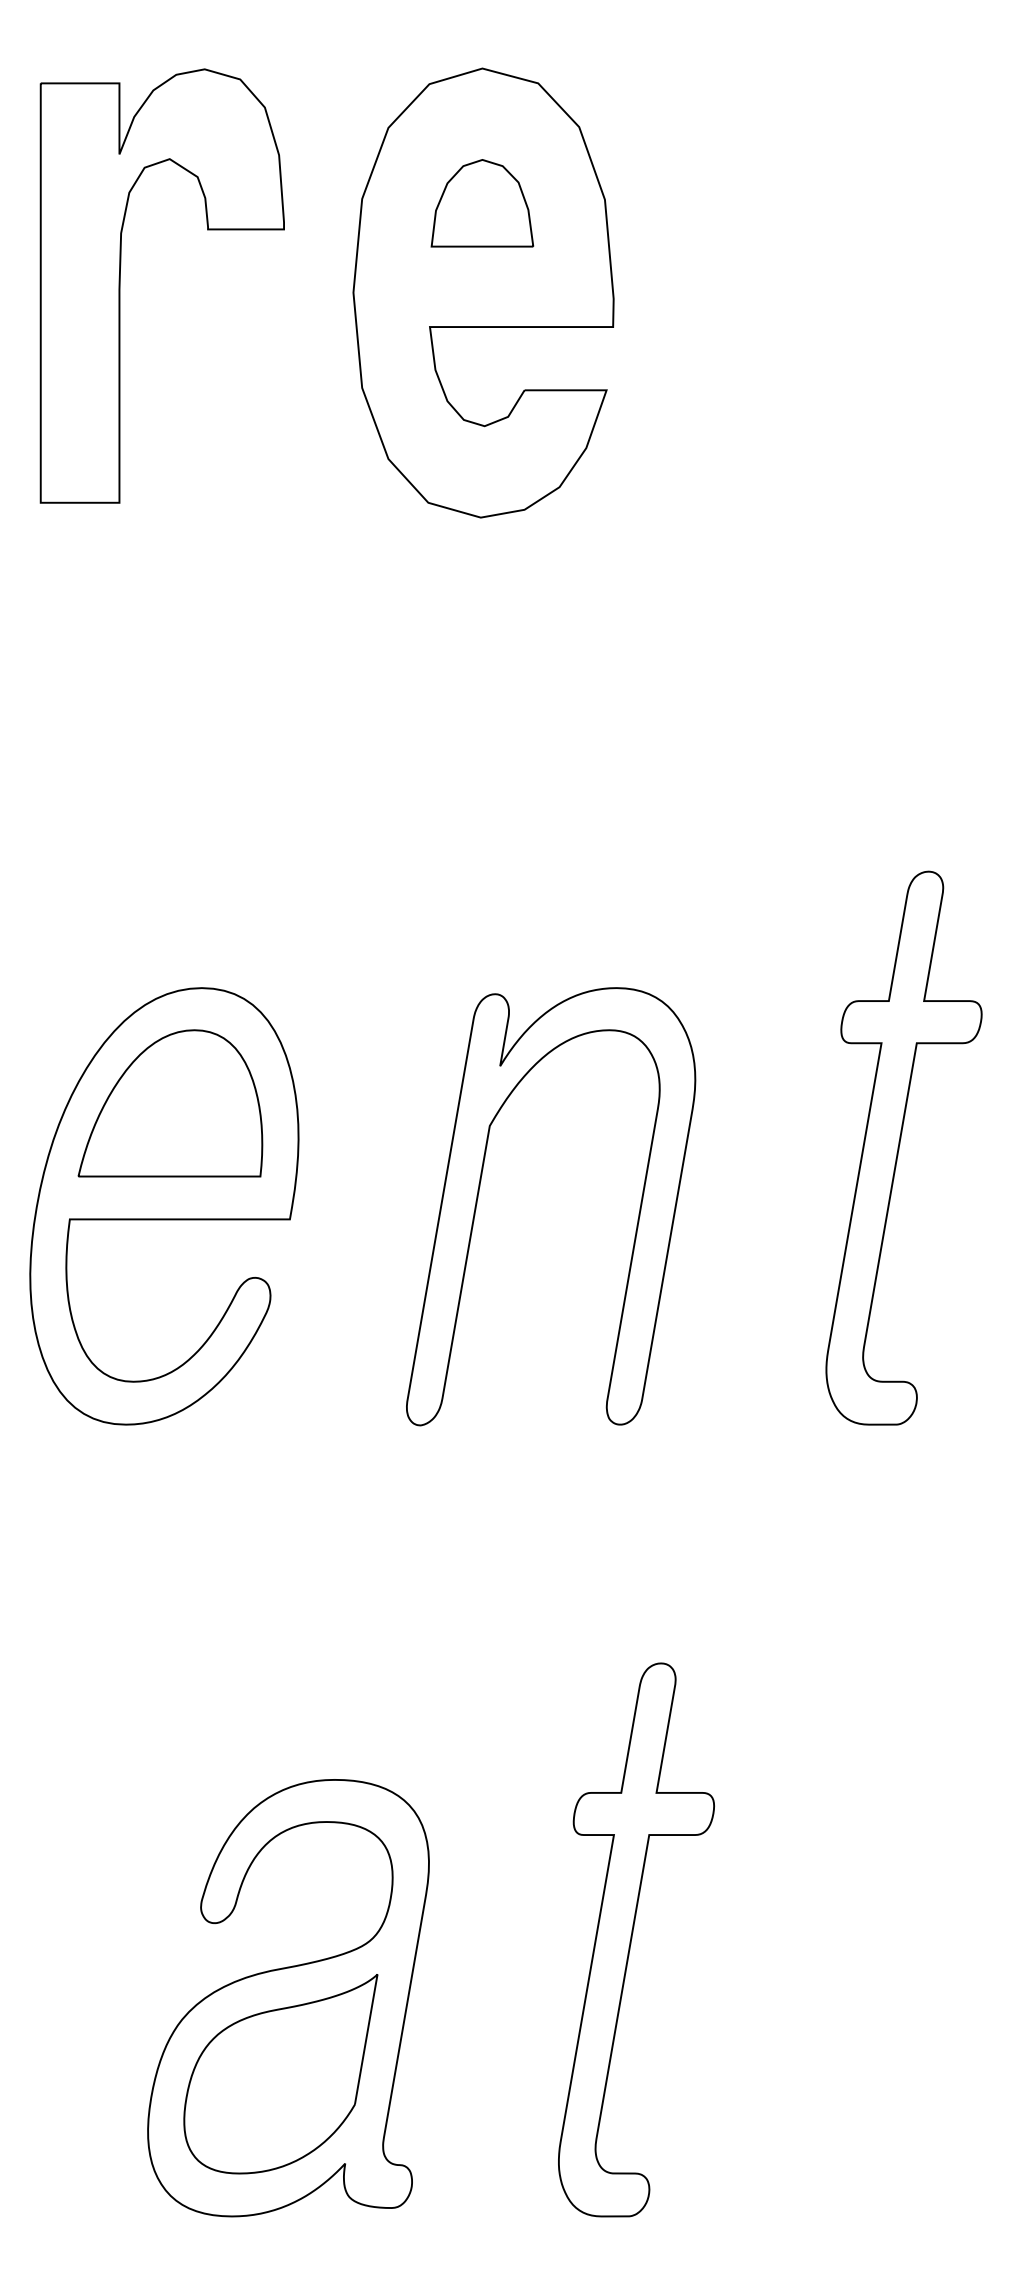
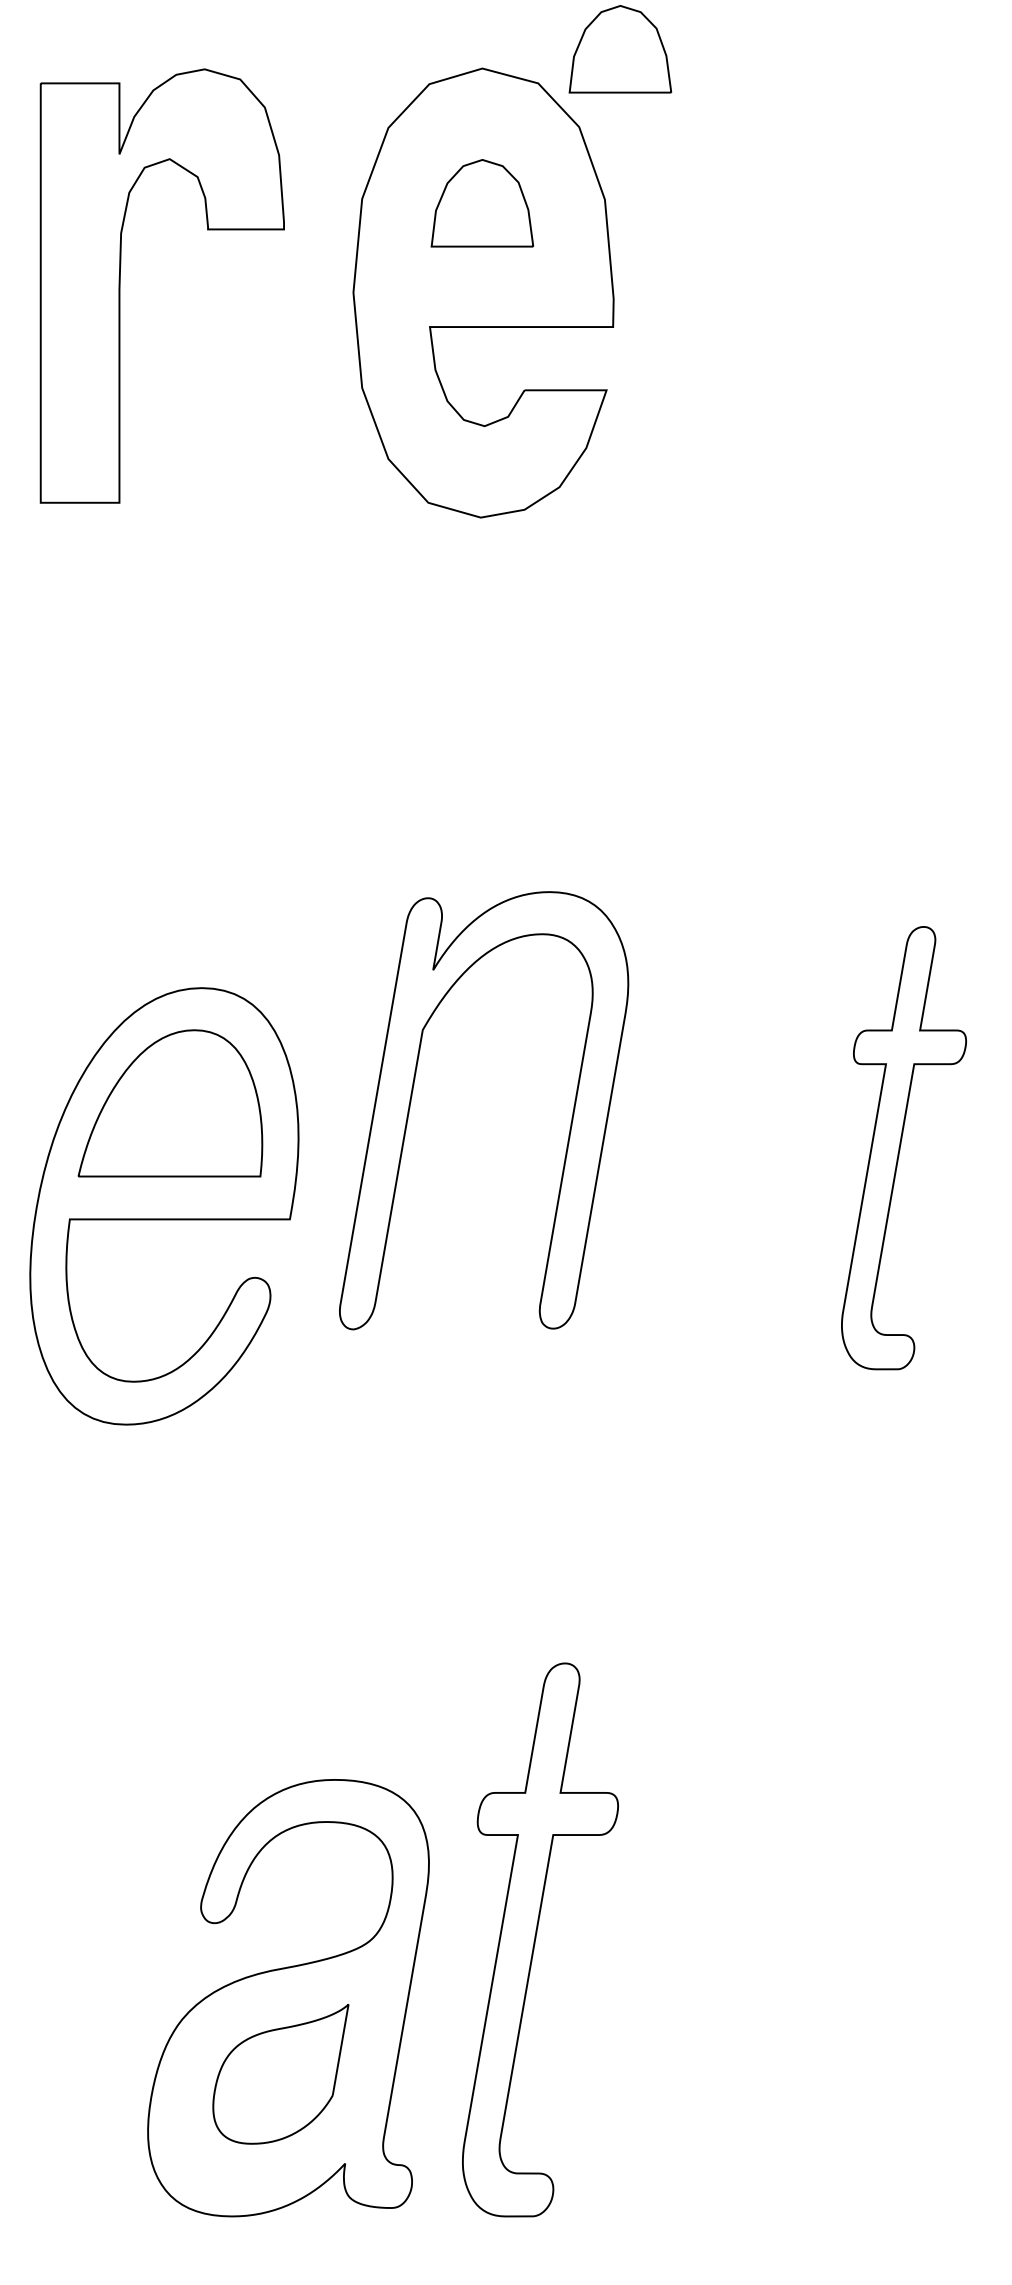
part at (620, 49): none -> present
part at (903, 1147) size: 158x556 px -> 127x445 px
part at (479, 1192) position: (479, 1192) -> (412, 1096)
part at (636, 1939) position: (636, 1939) -> (540, 1939)
part at (280, 2074) size: 196x201 px -> 138x141 px
